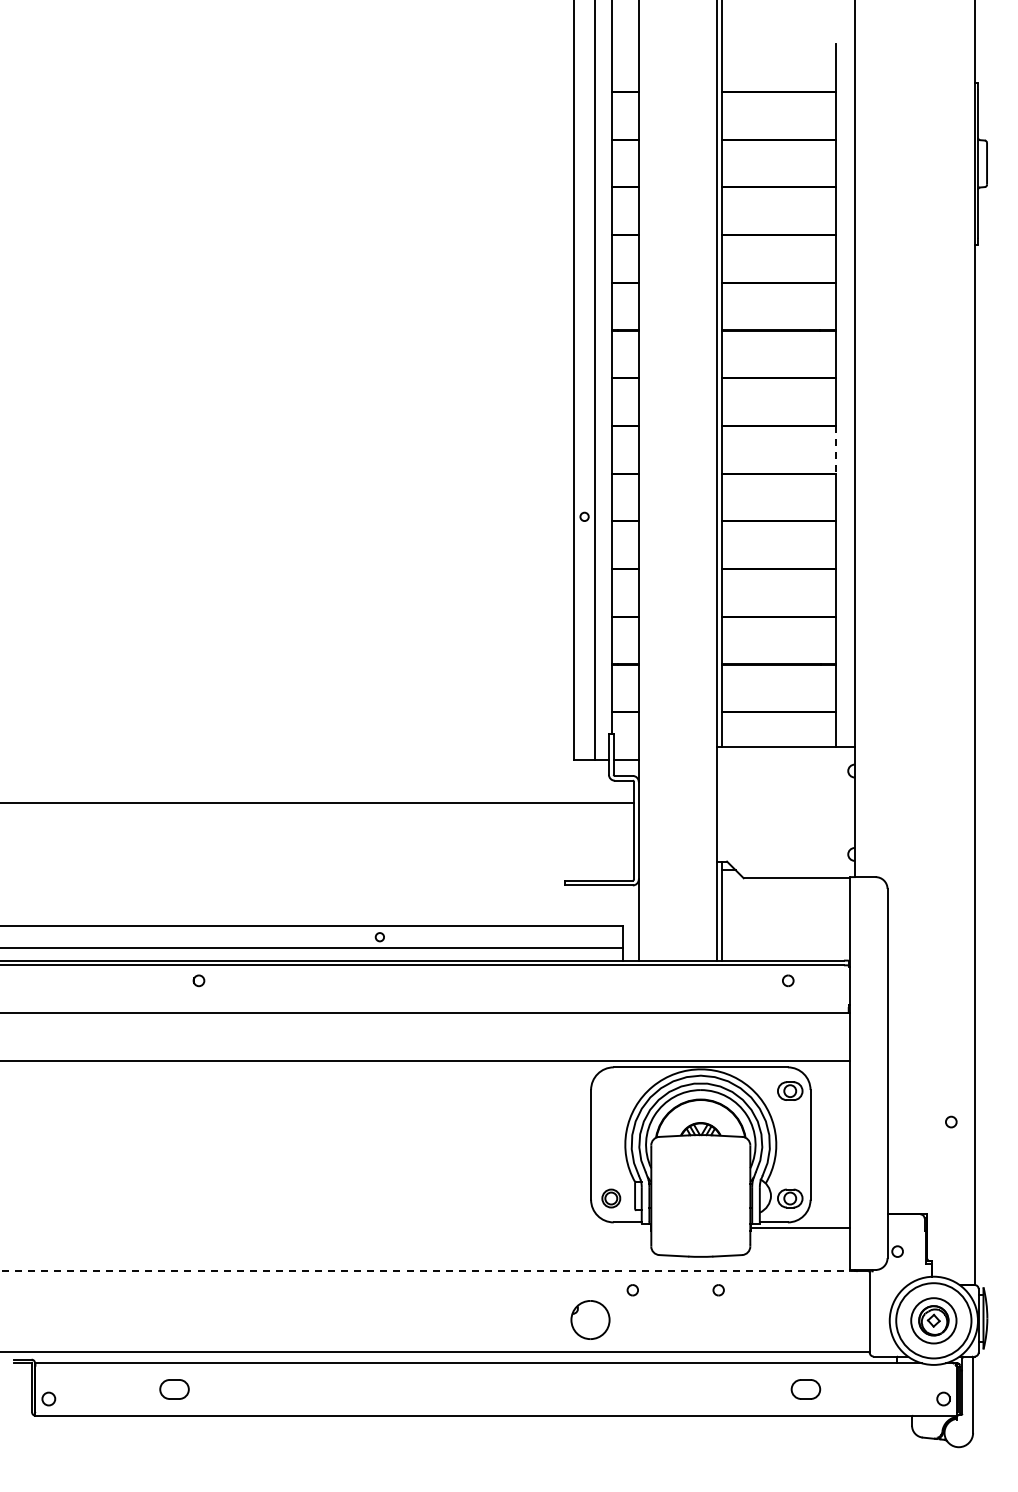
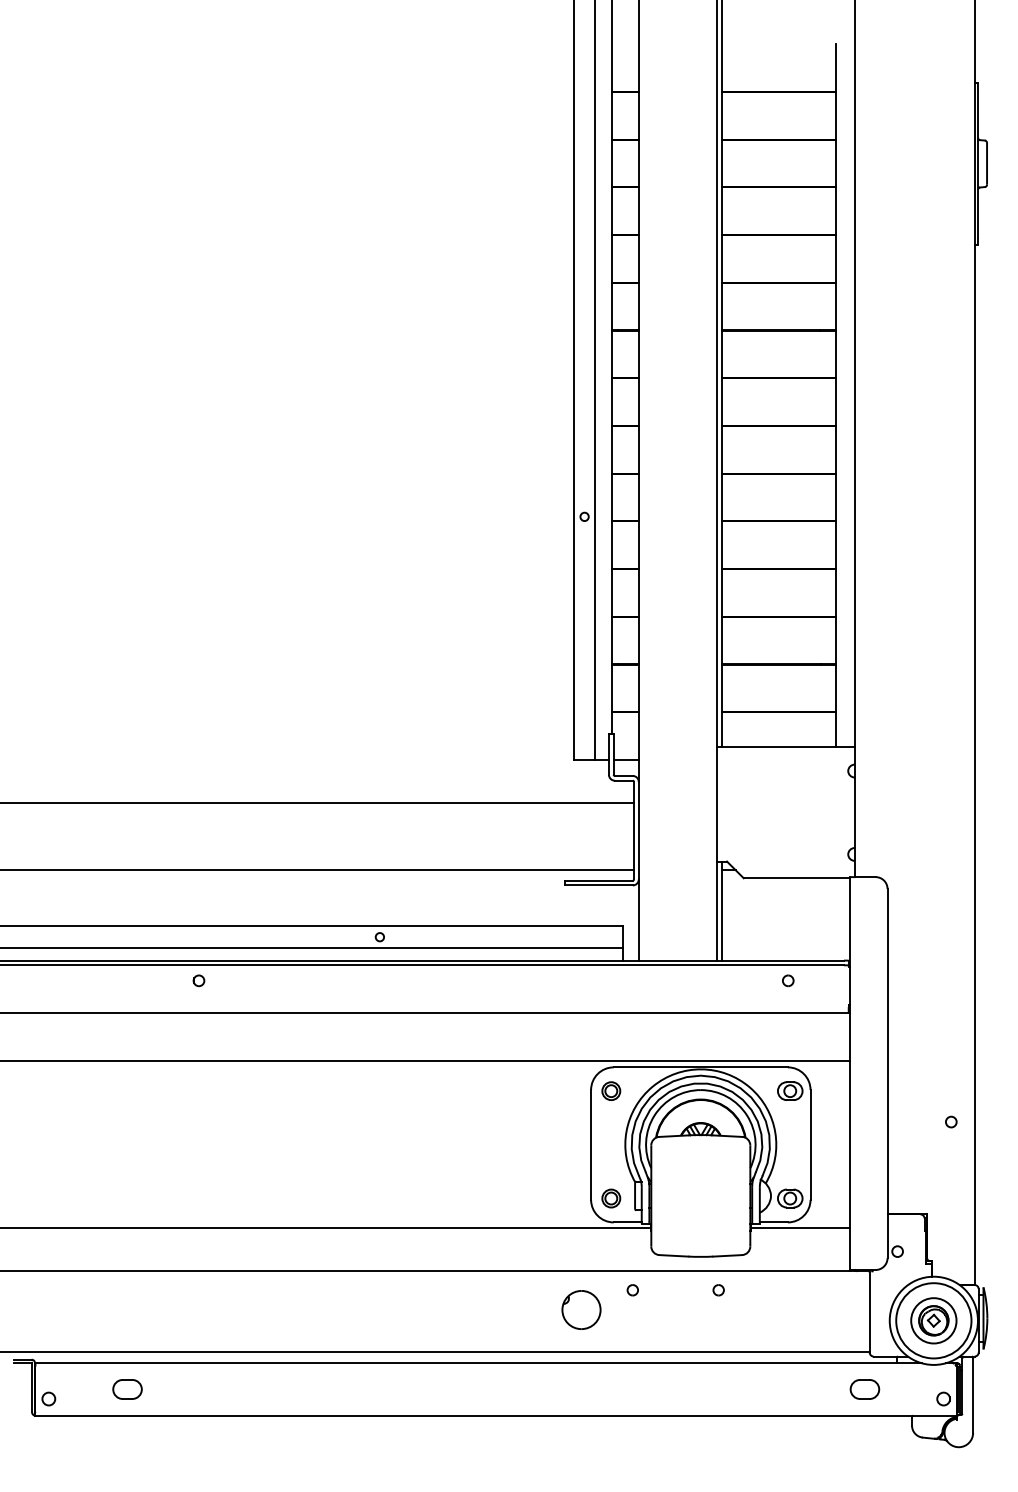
line at (836, 449): dashed -> solid
line at (317, 870): none -> present
part at (611, 1090): none -> present
line at (326, 1228): none -> present
line at (428, 1271): dashed -> solid
part at (590, 1319) position: (590, 1319) -> (581, 1309)
part at (174, 1389) position: (174, 1389) -> (127, 1389)
part at (805, 1389) position: (805, 1389) -> (864, 1389)
